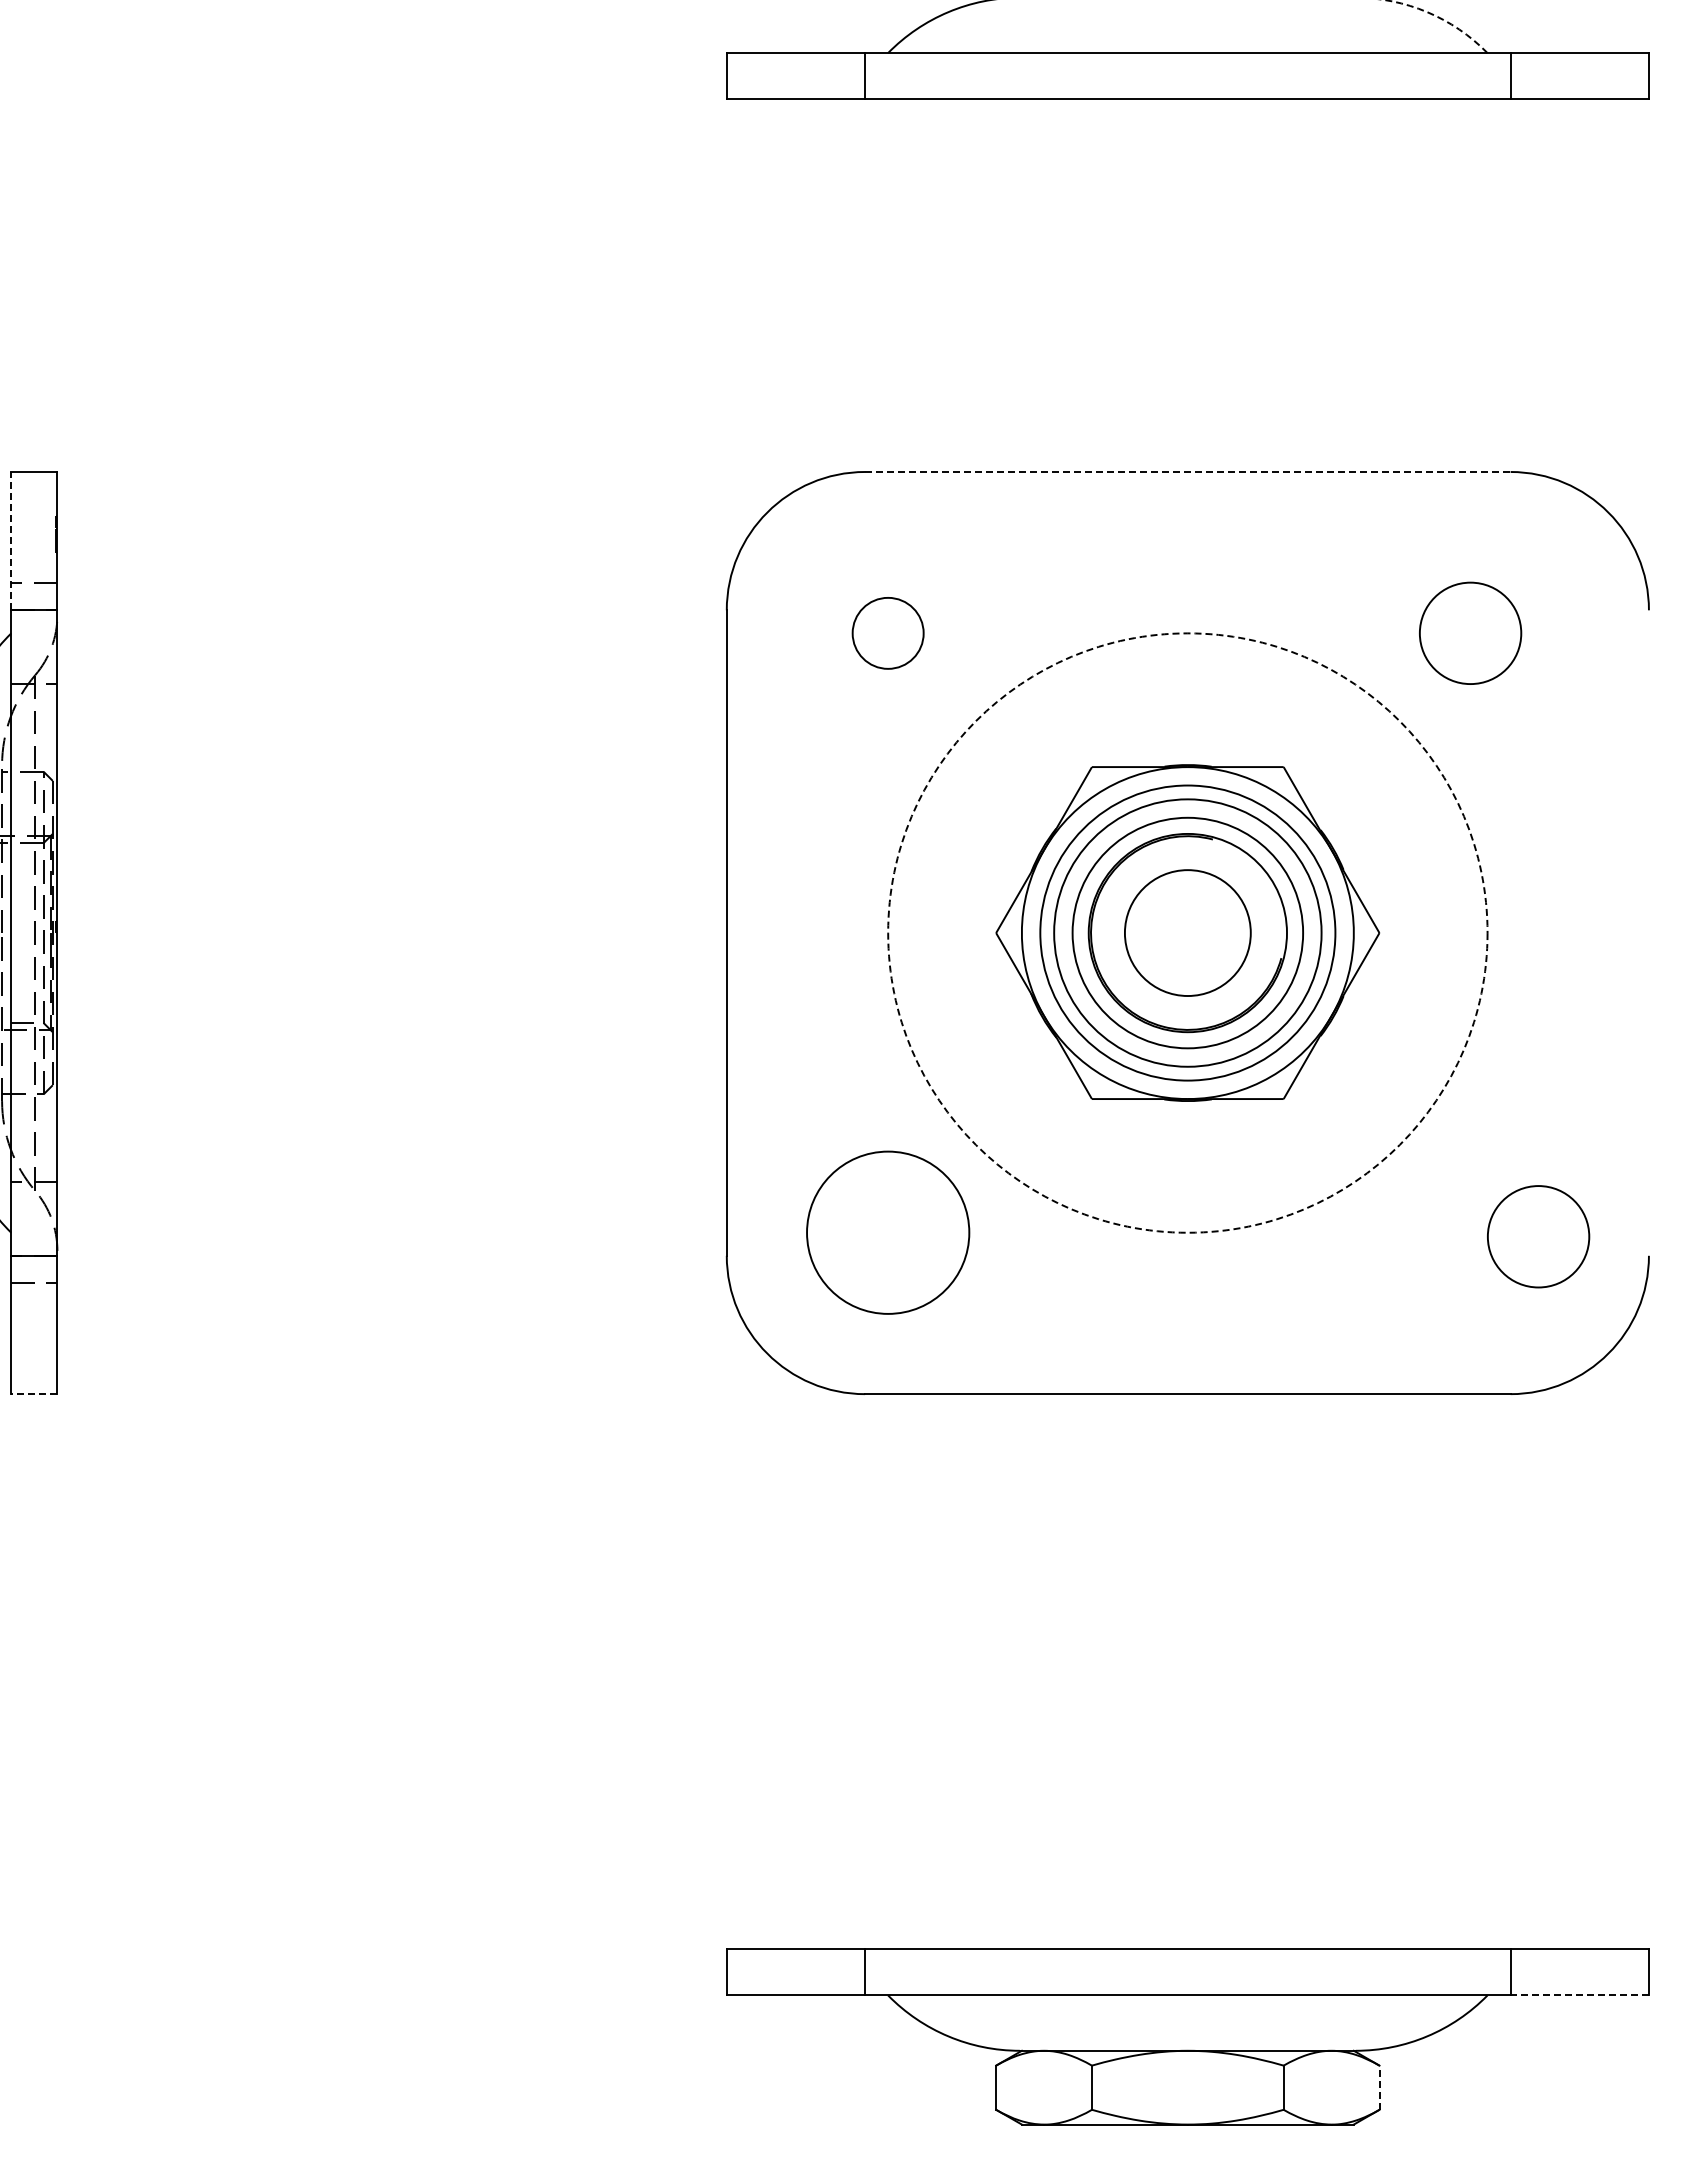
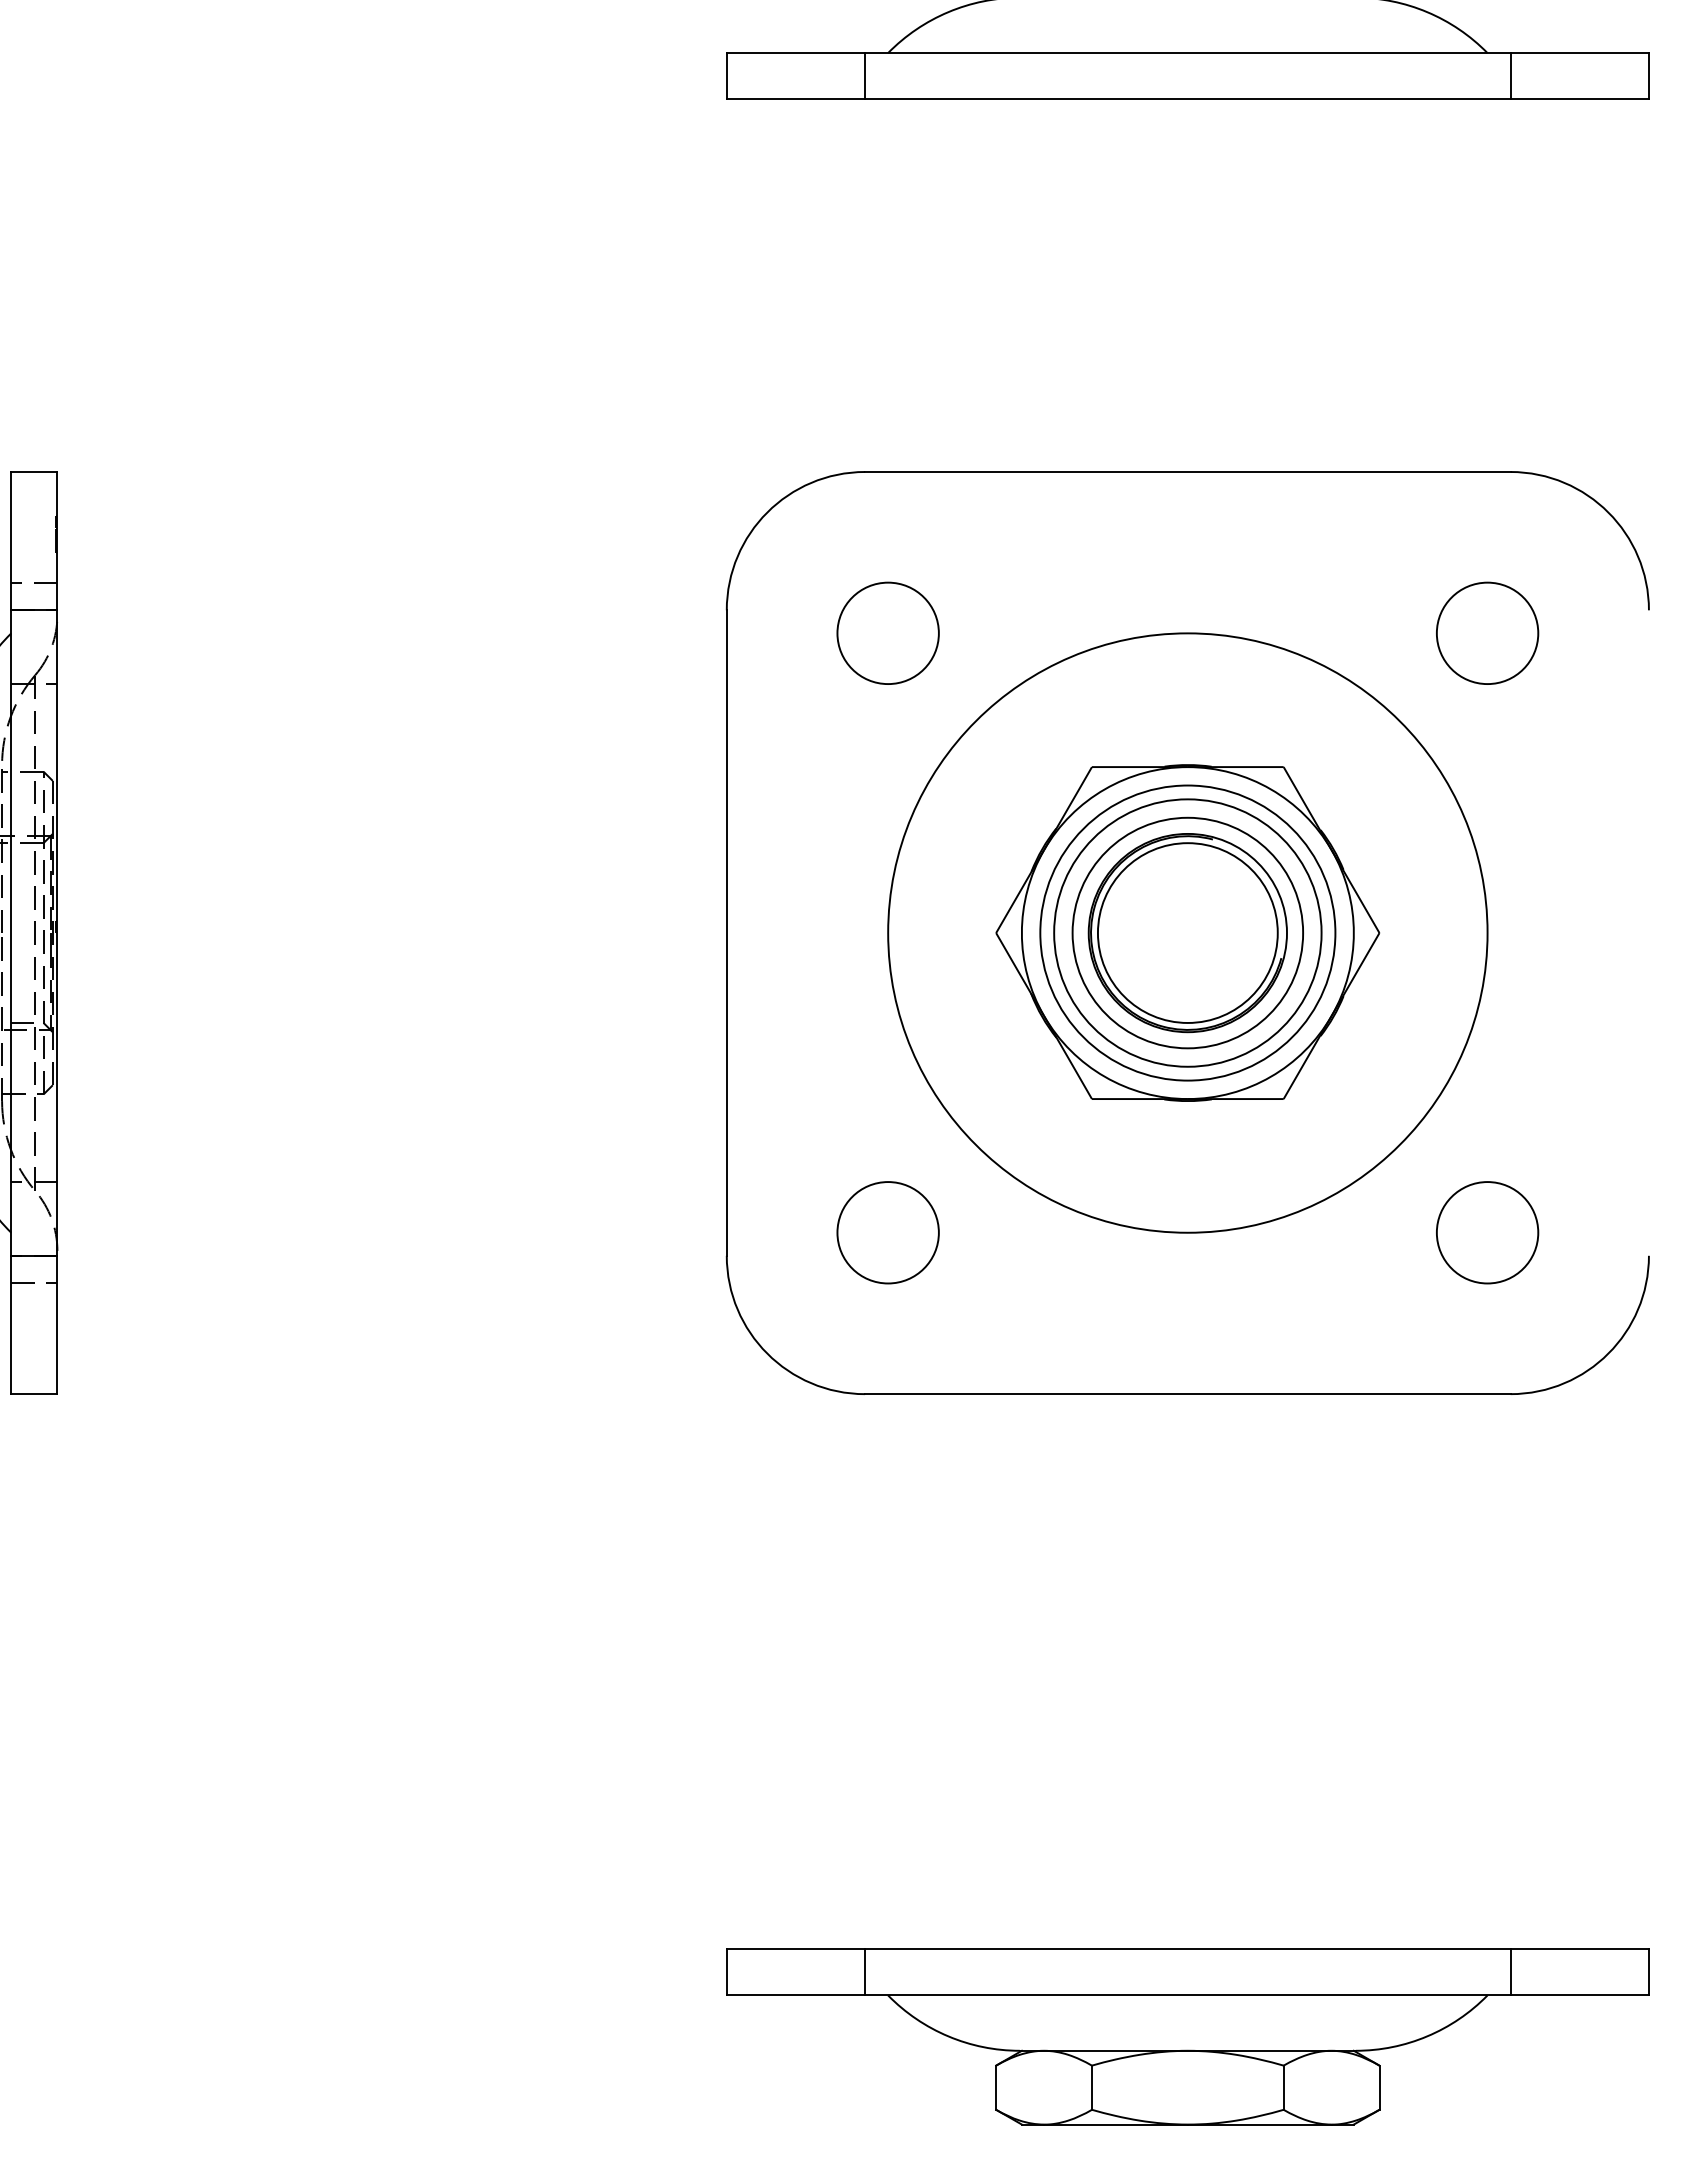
arc at (1439, 17): dashed -> solid
line at (1187, 472): dashed -> solid
line at (11, 540): dashed -> solid
circle at (887, 632) diameter: 71 px -> 101 px
circle at (1470, 632) position: (1470, 632) -> (1487, 632)
circle at (1187, 932): dashed -> solid
circle at (1187, 933) diameter: 126 px -> 180 px
circle at (888, 1232) diameter: 162 px -> 101 px
circle at (1538, 1236) position: (1538, 1236) -> (1487, 1232)
line at (33, 1394): dashed -> solid
line at (1579, 1995): dashed -> solid
line at (1379, 2087): dashed -> solid
